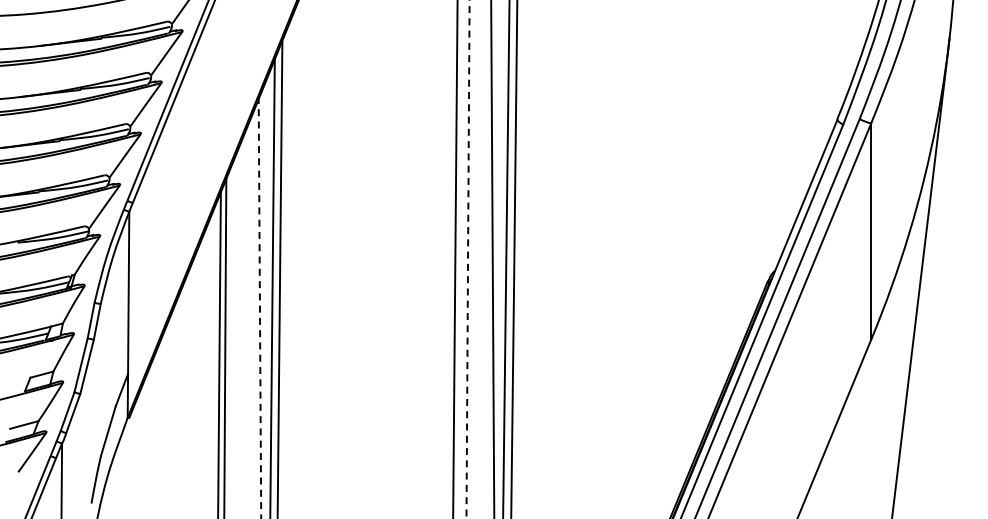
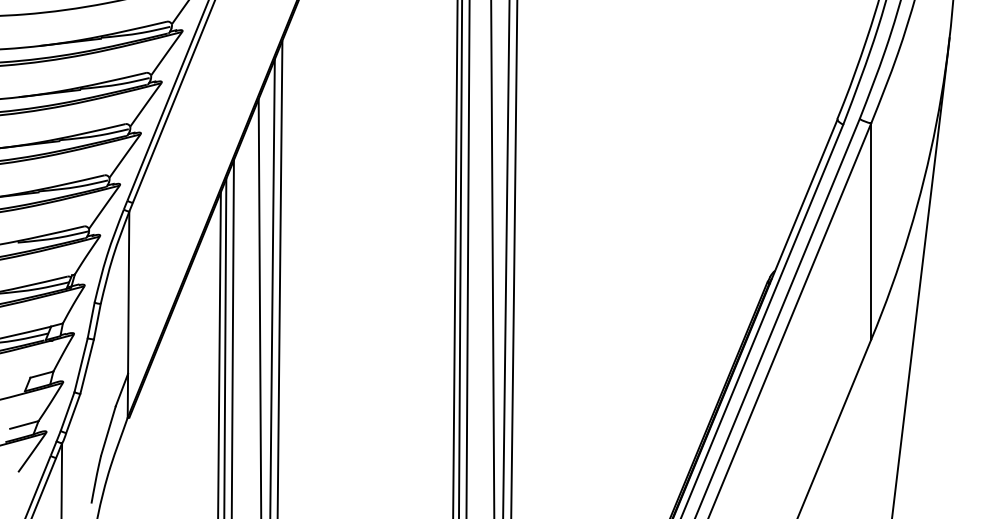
line at (460, 258): none -> present
line at (468, 259): dashed -> solid
line at (259, 308): dashed -> solid
line at (232, 337): none -> present
